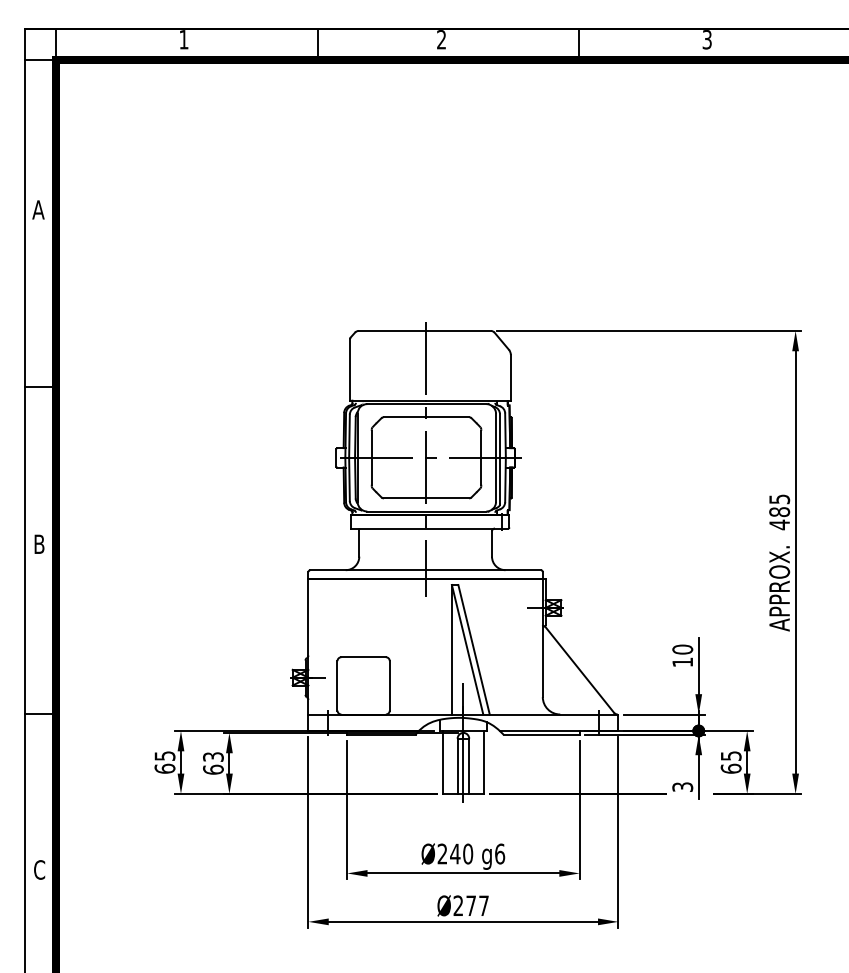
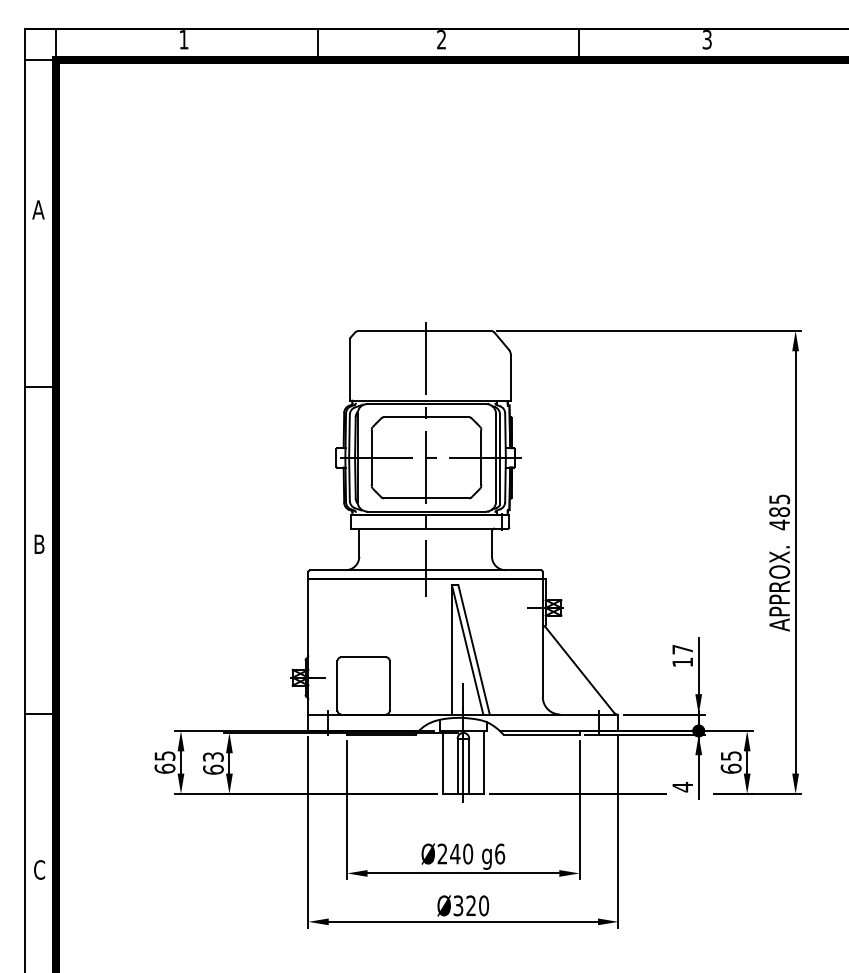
text at (682, 649): 10 -> 17
text at (682, 786): 3 -> 4
text at (471, 905): Ø277 -> Ø320
